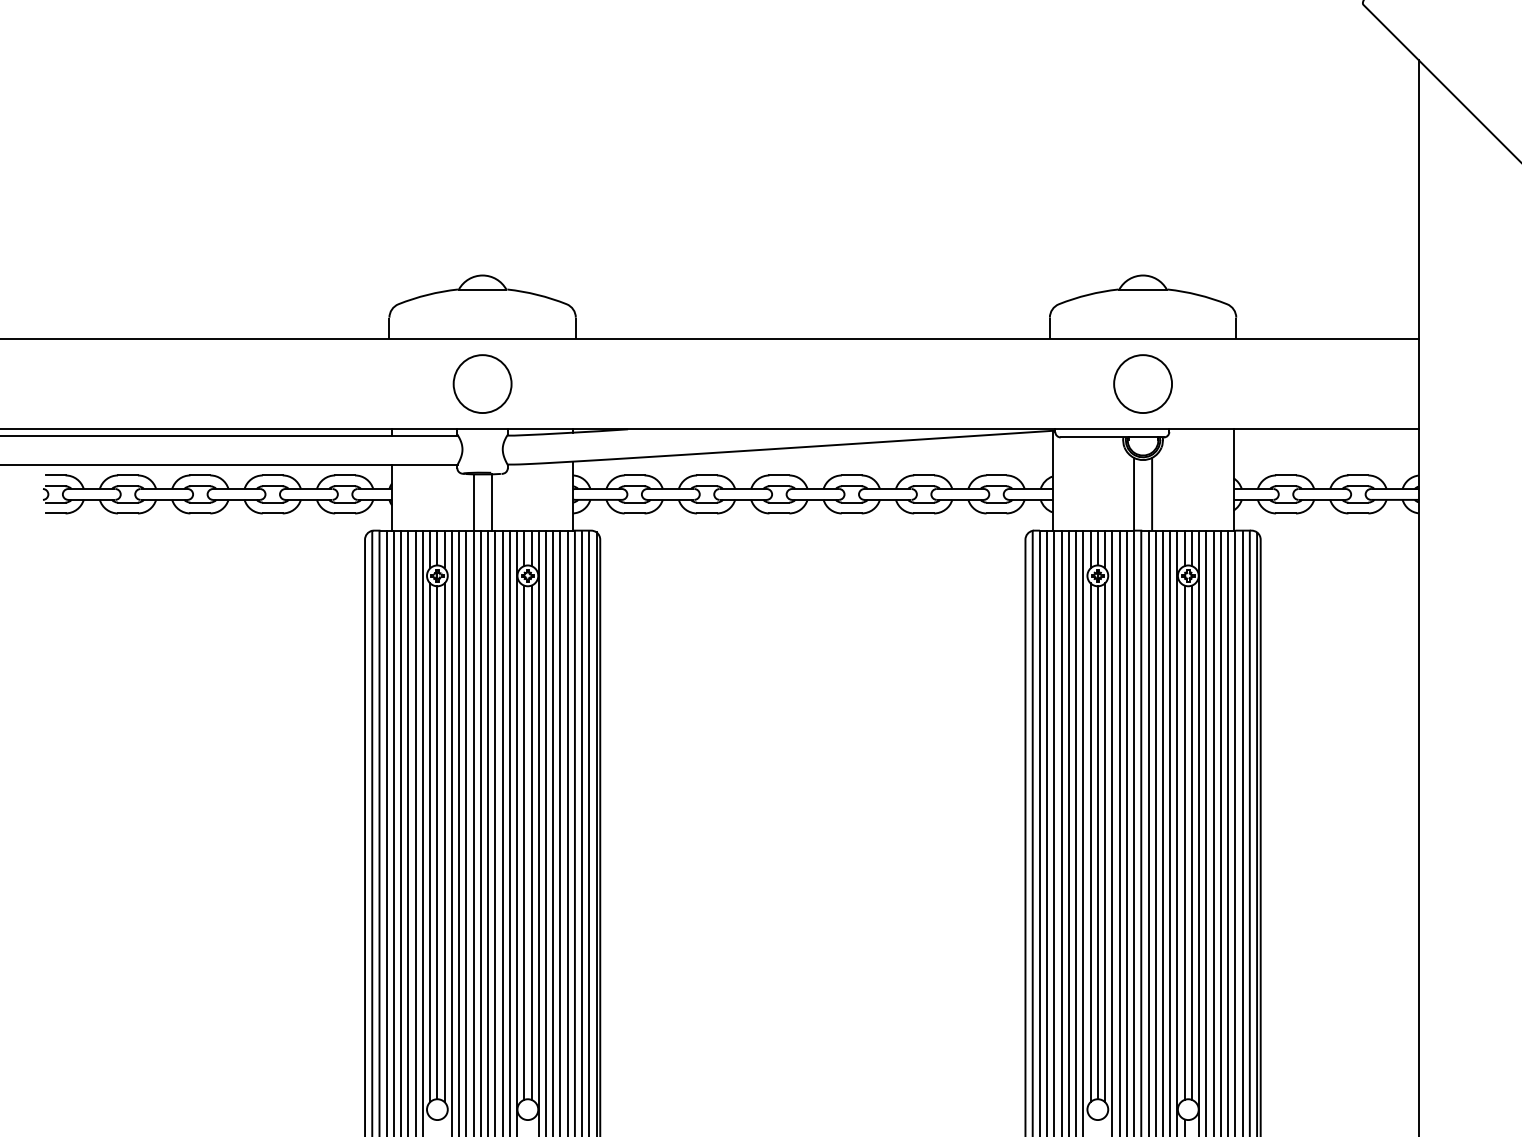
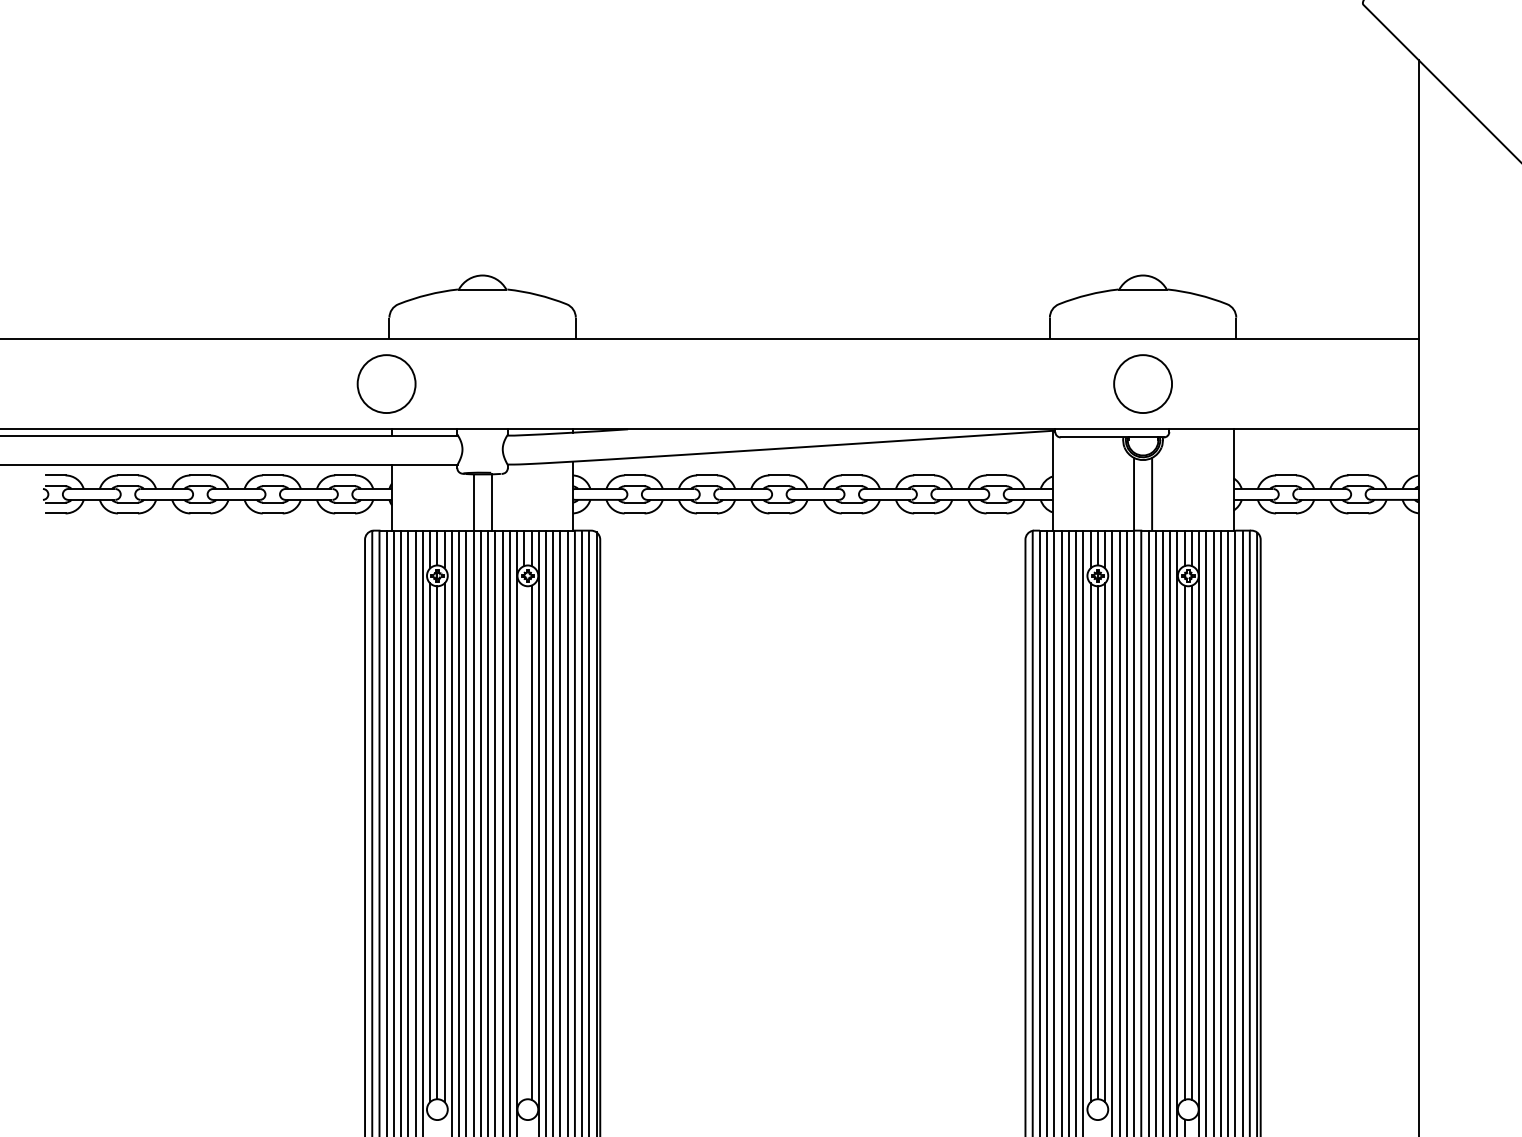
circle at (482, 383) position: (482, 383) -> (386, 383)
line at (524, 842): present -> none
